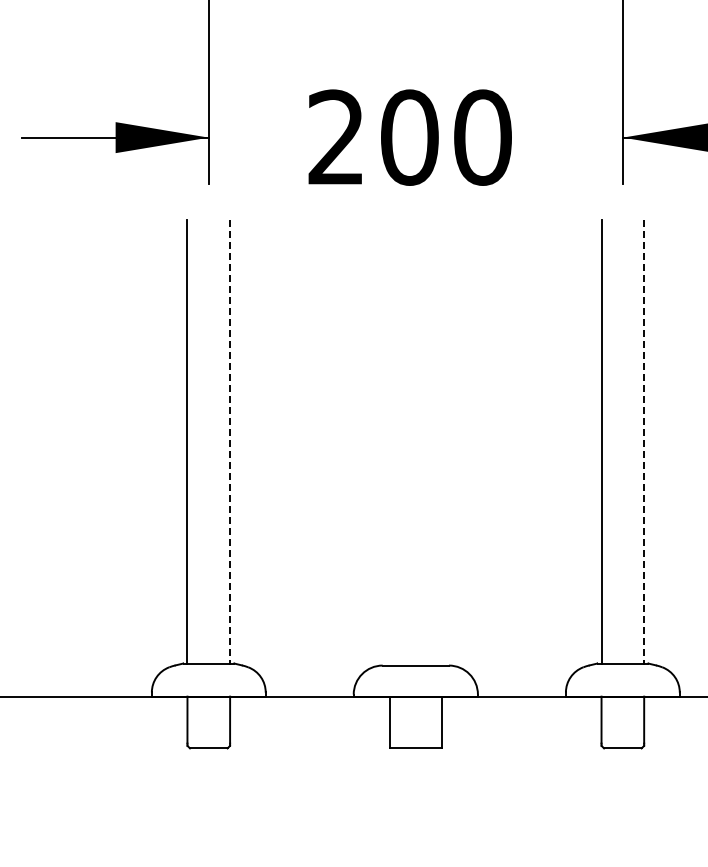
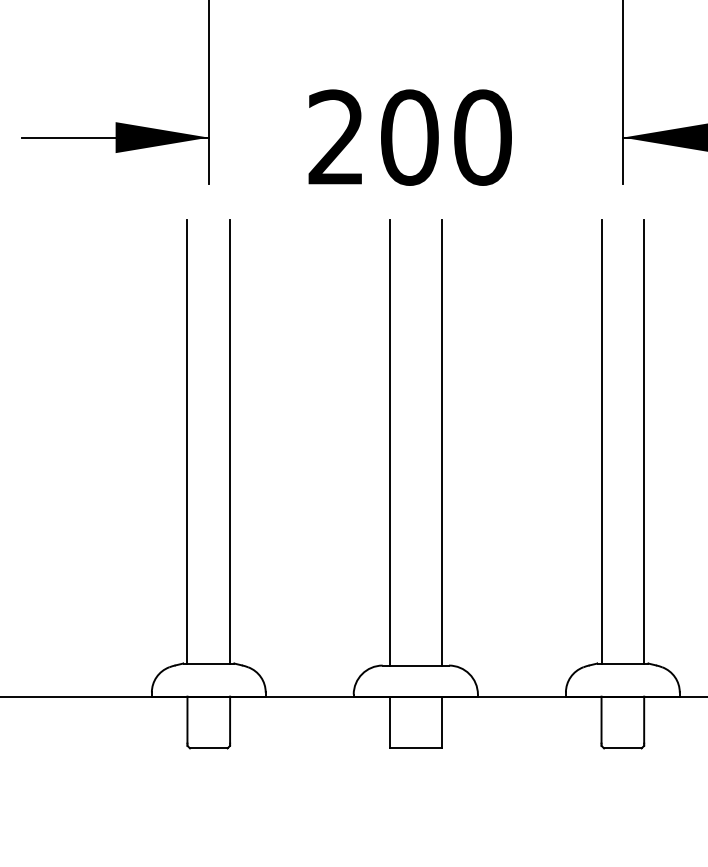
line at (230, 441): dashed -> solid
line at (644, 441): dashed -> solid
line at (389, 442): none -> present
line at (441, 442): none -> present
